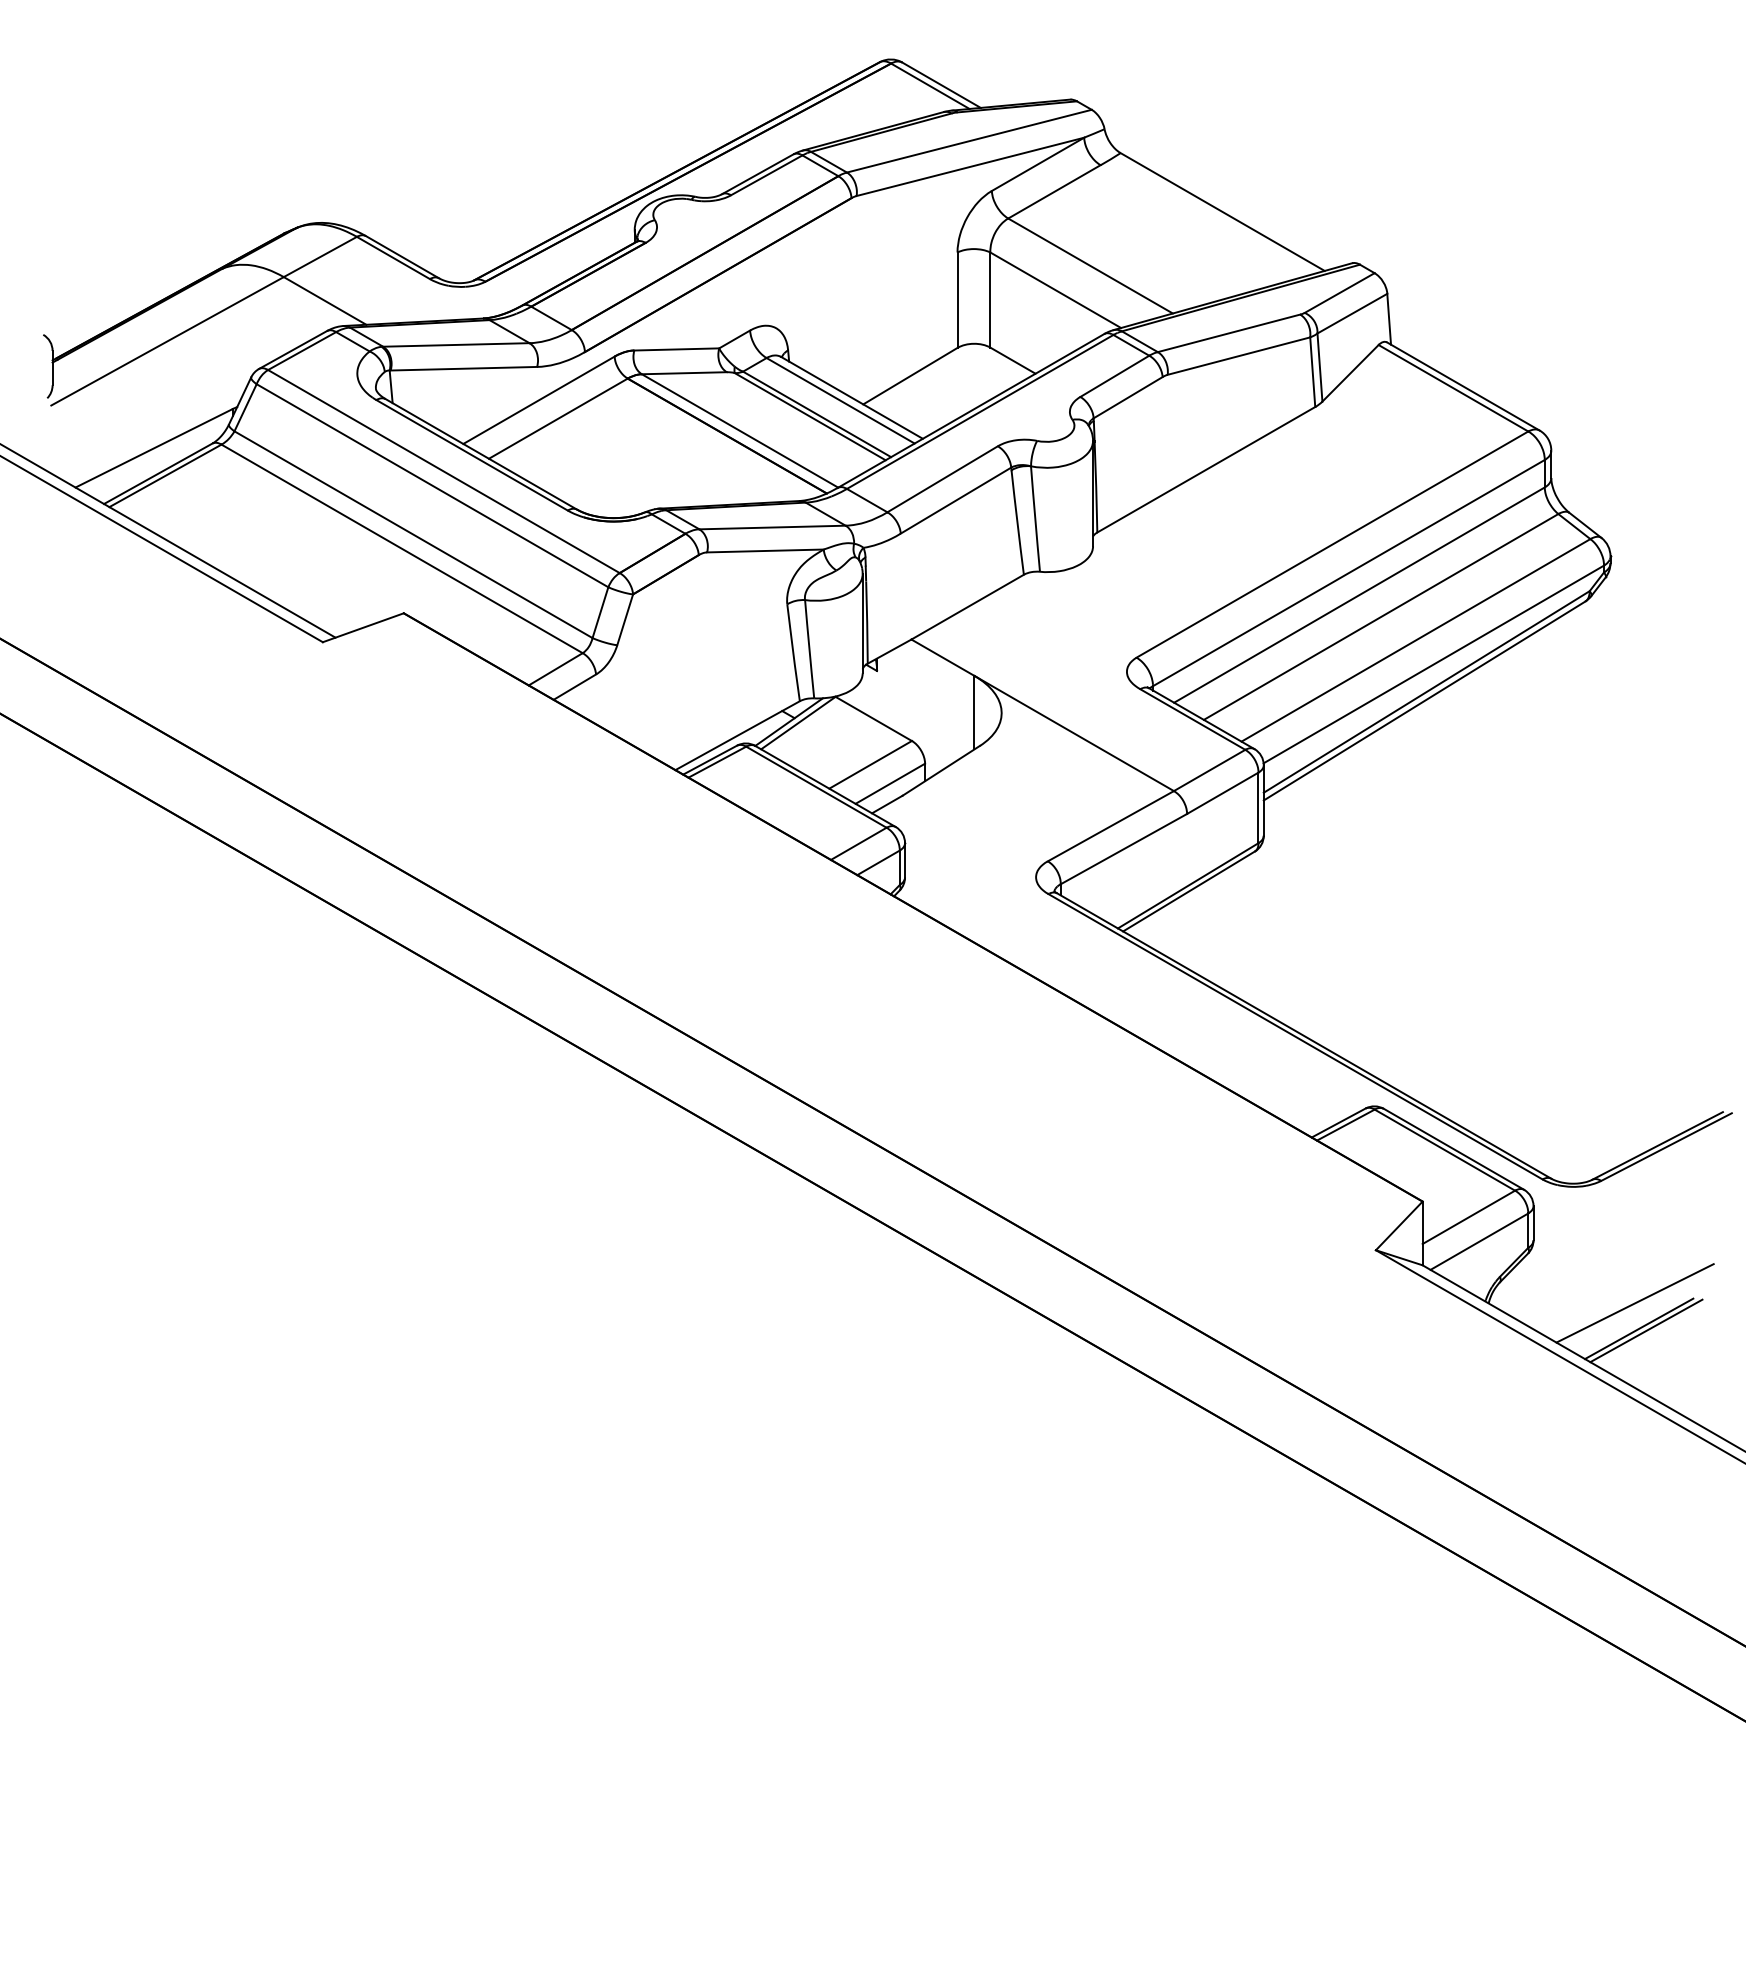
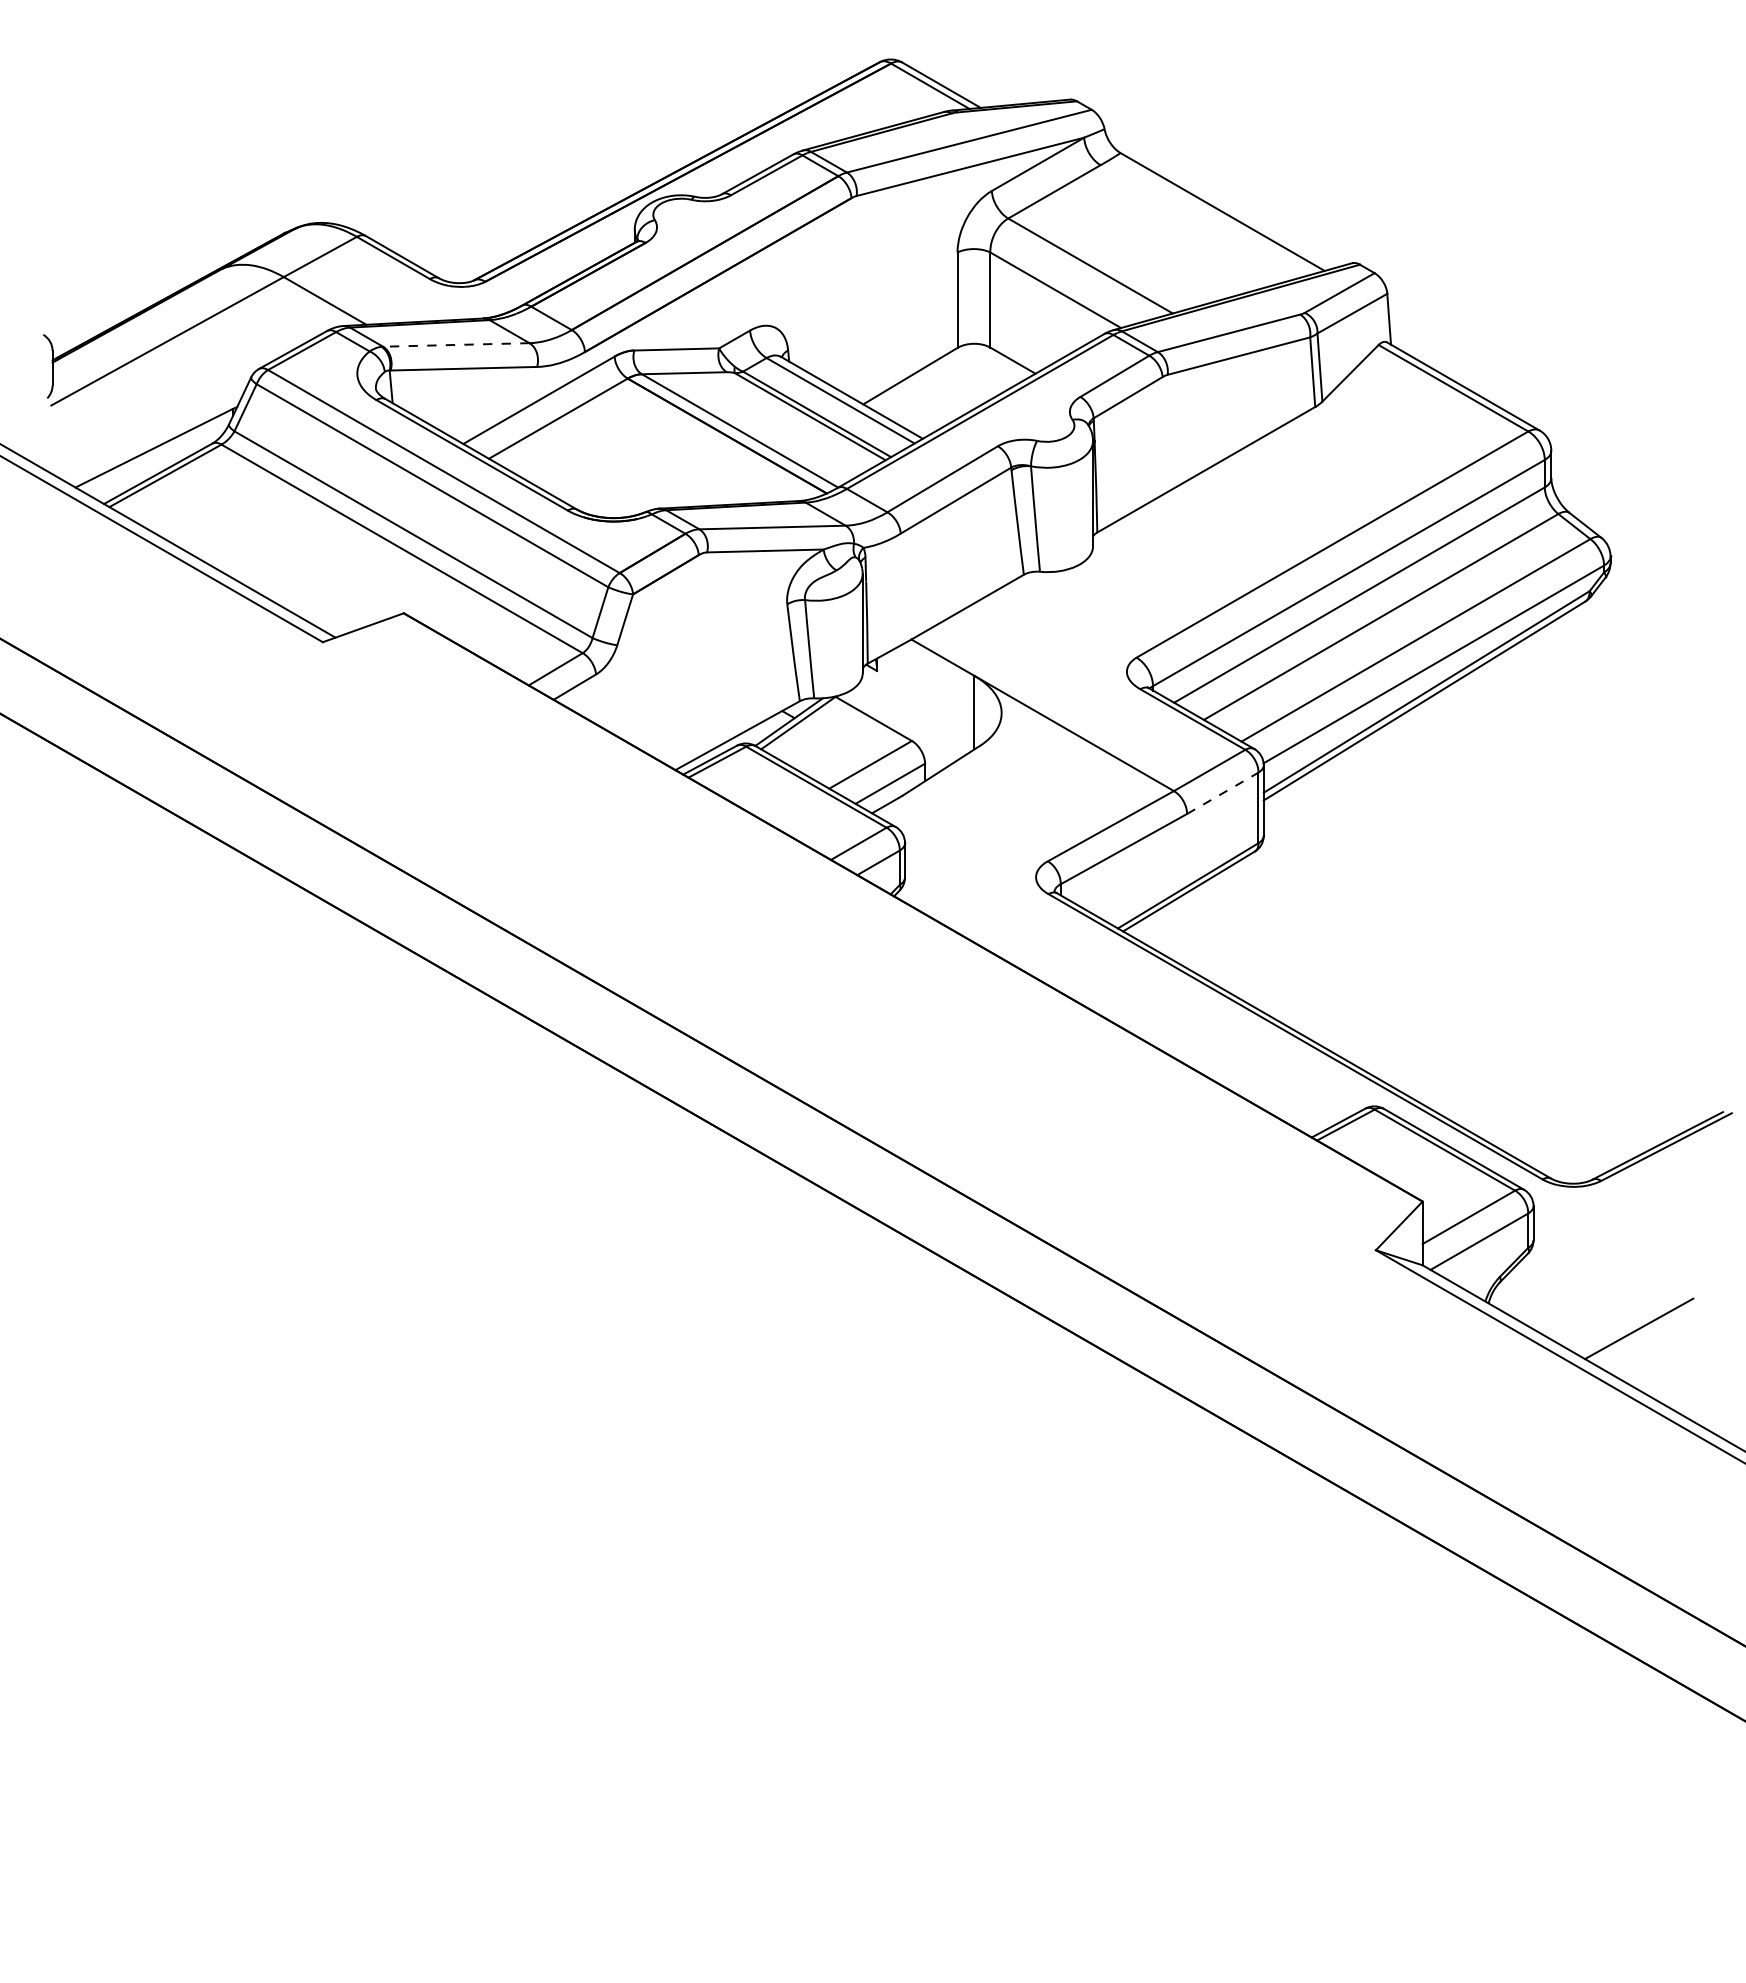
line at (455, 344): solid -> dashed
line at (1223, 793): solid -> dashed
line at (1634, 1303): present -> none
line at (1646, 1330): present -> none
